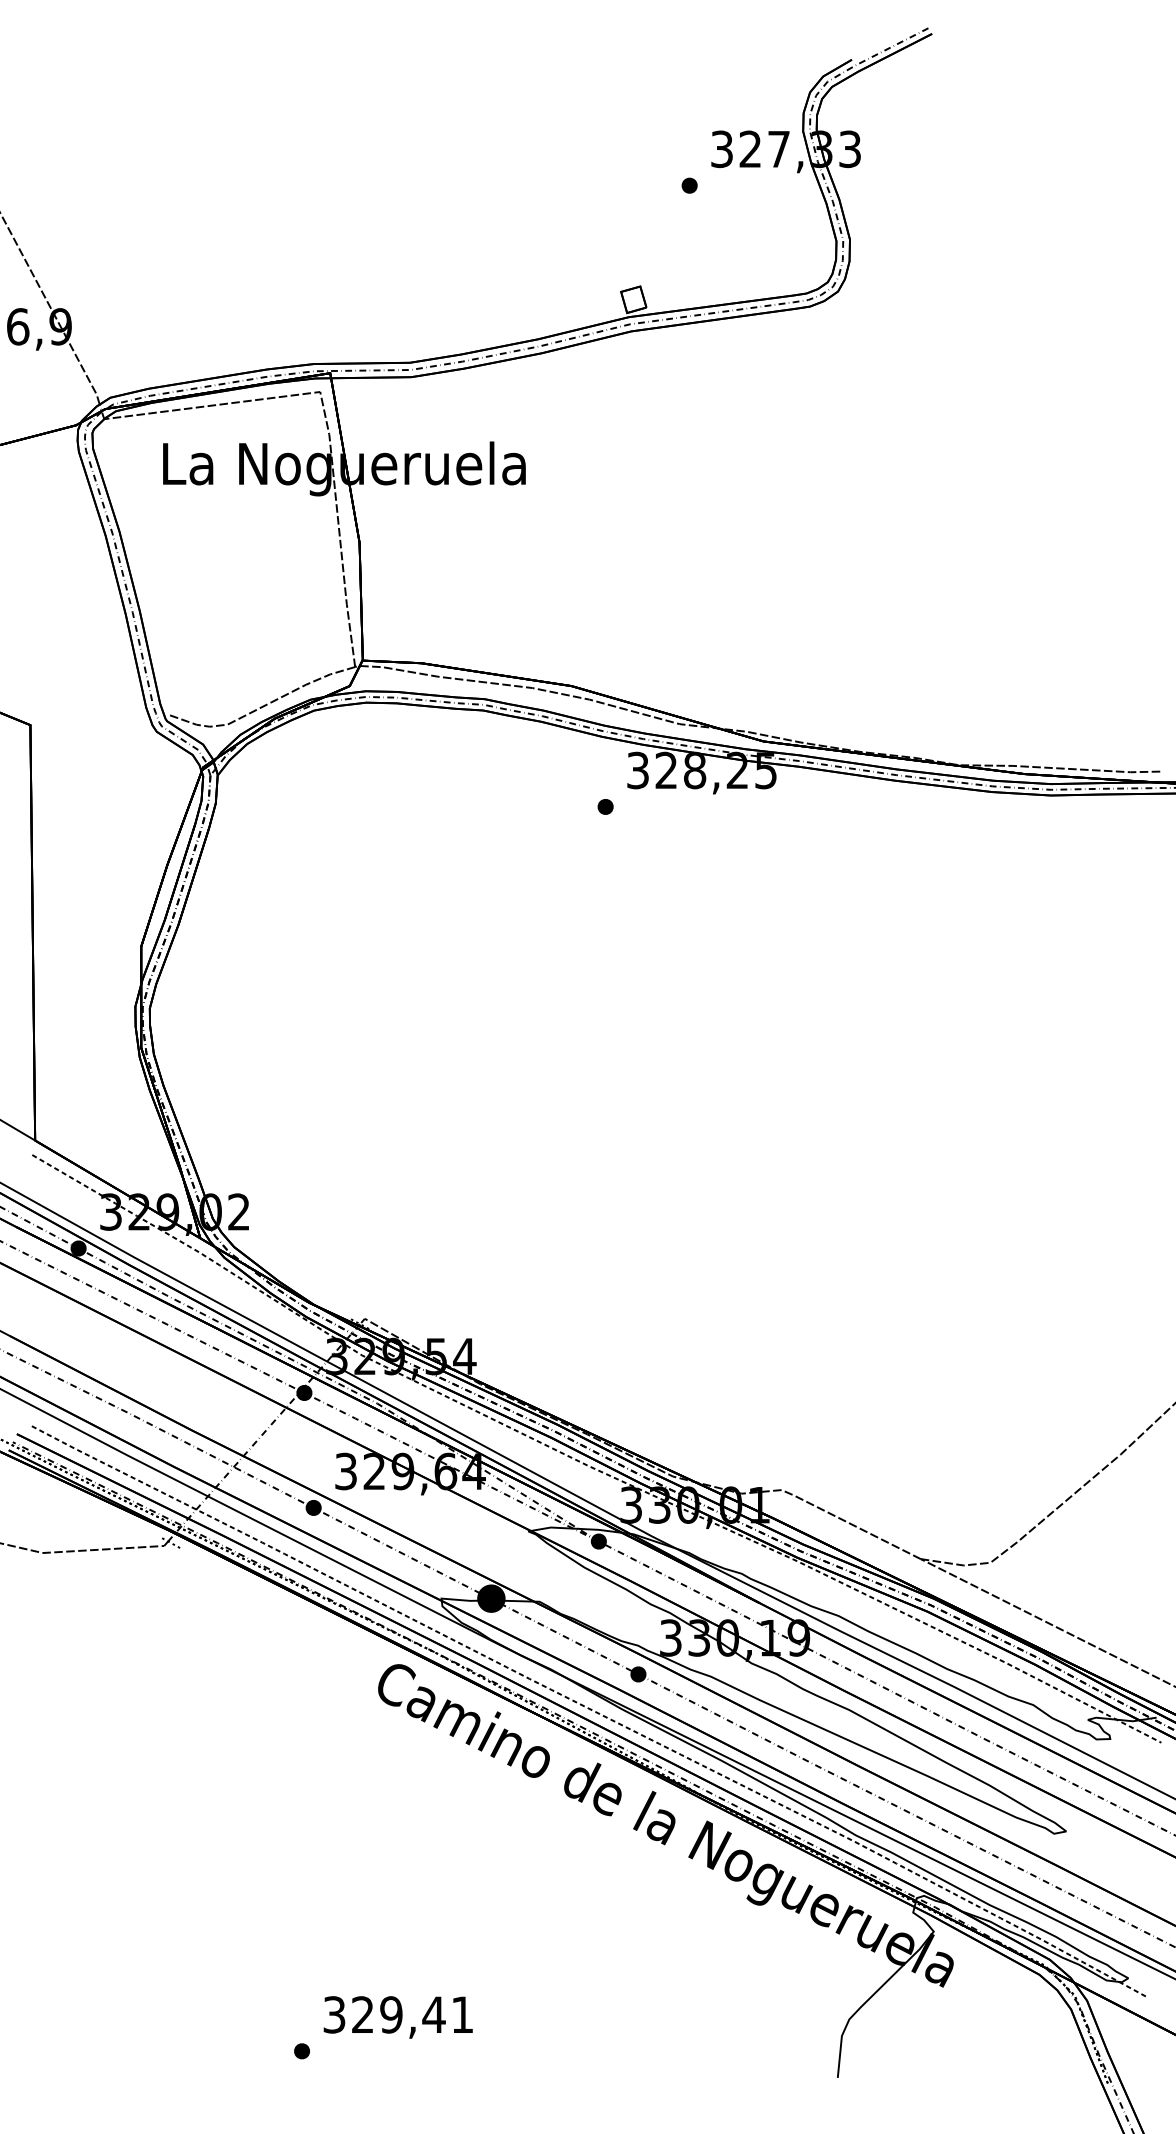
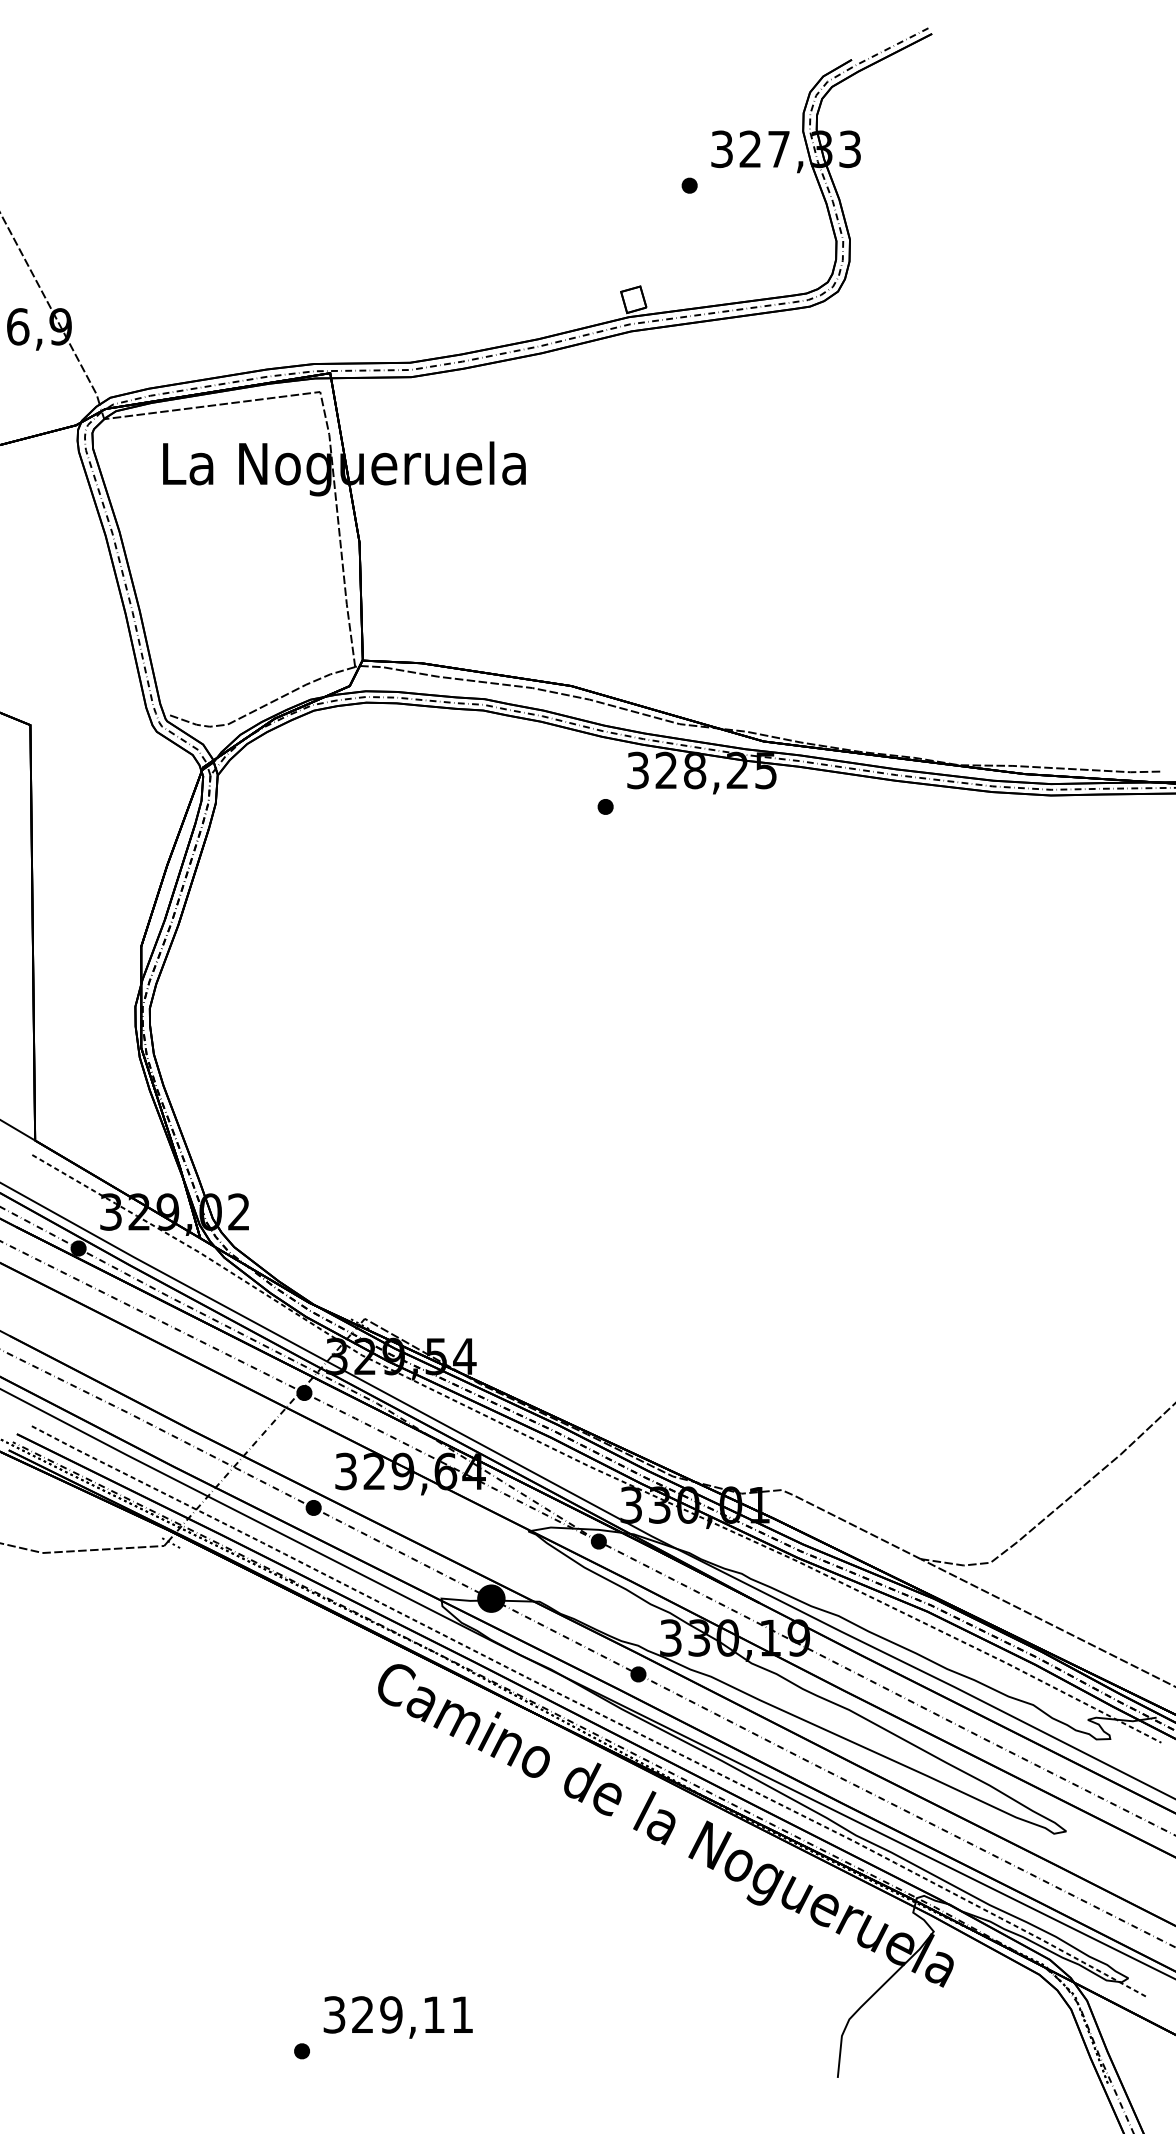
text at (433, 2014): 329,41 -> 329,11
